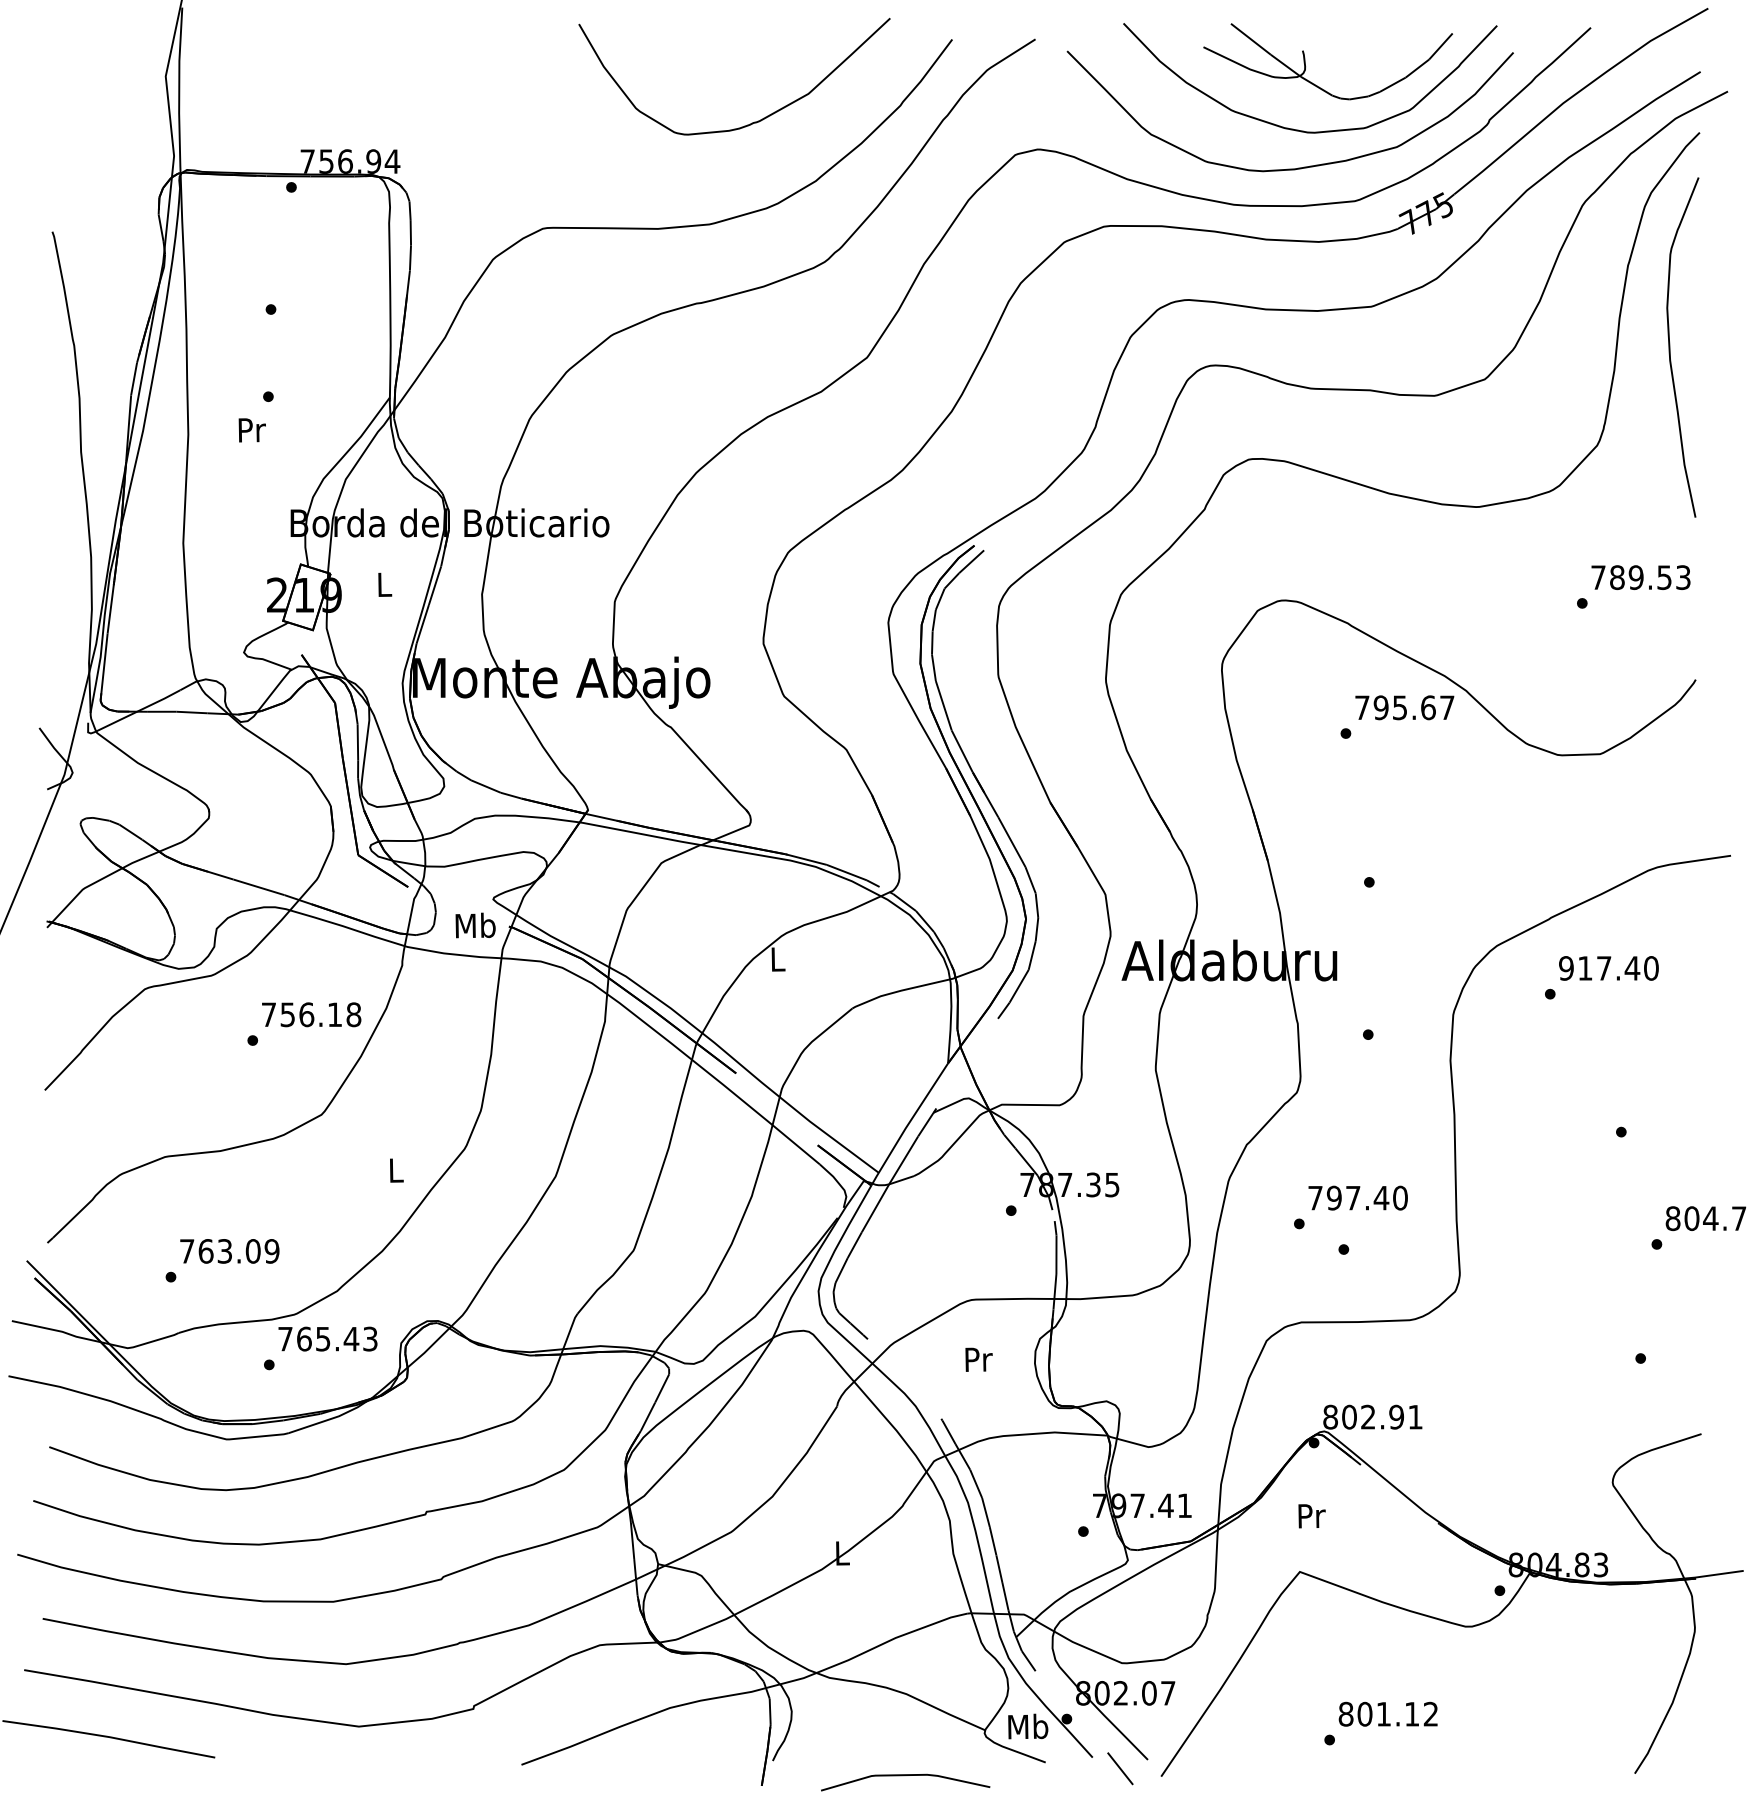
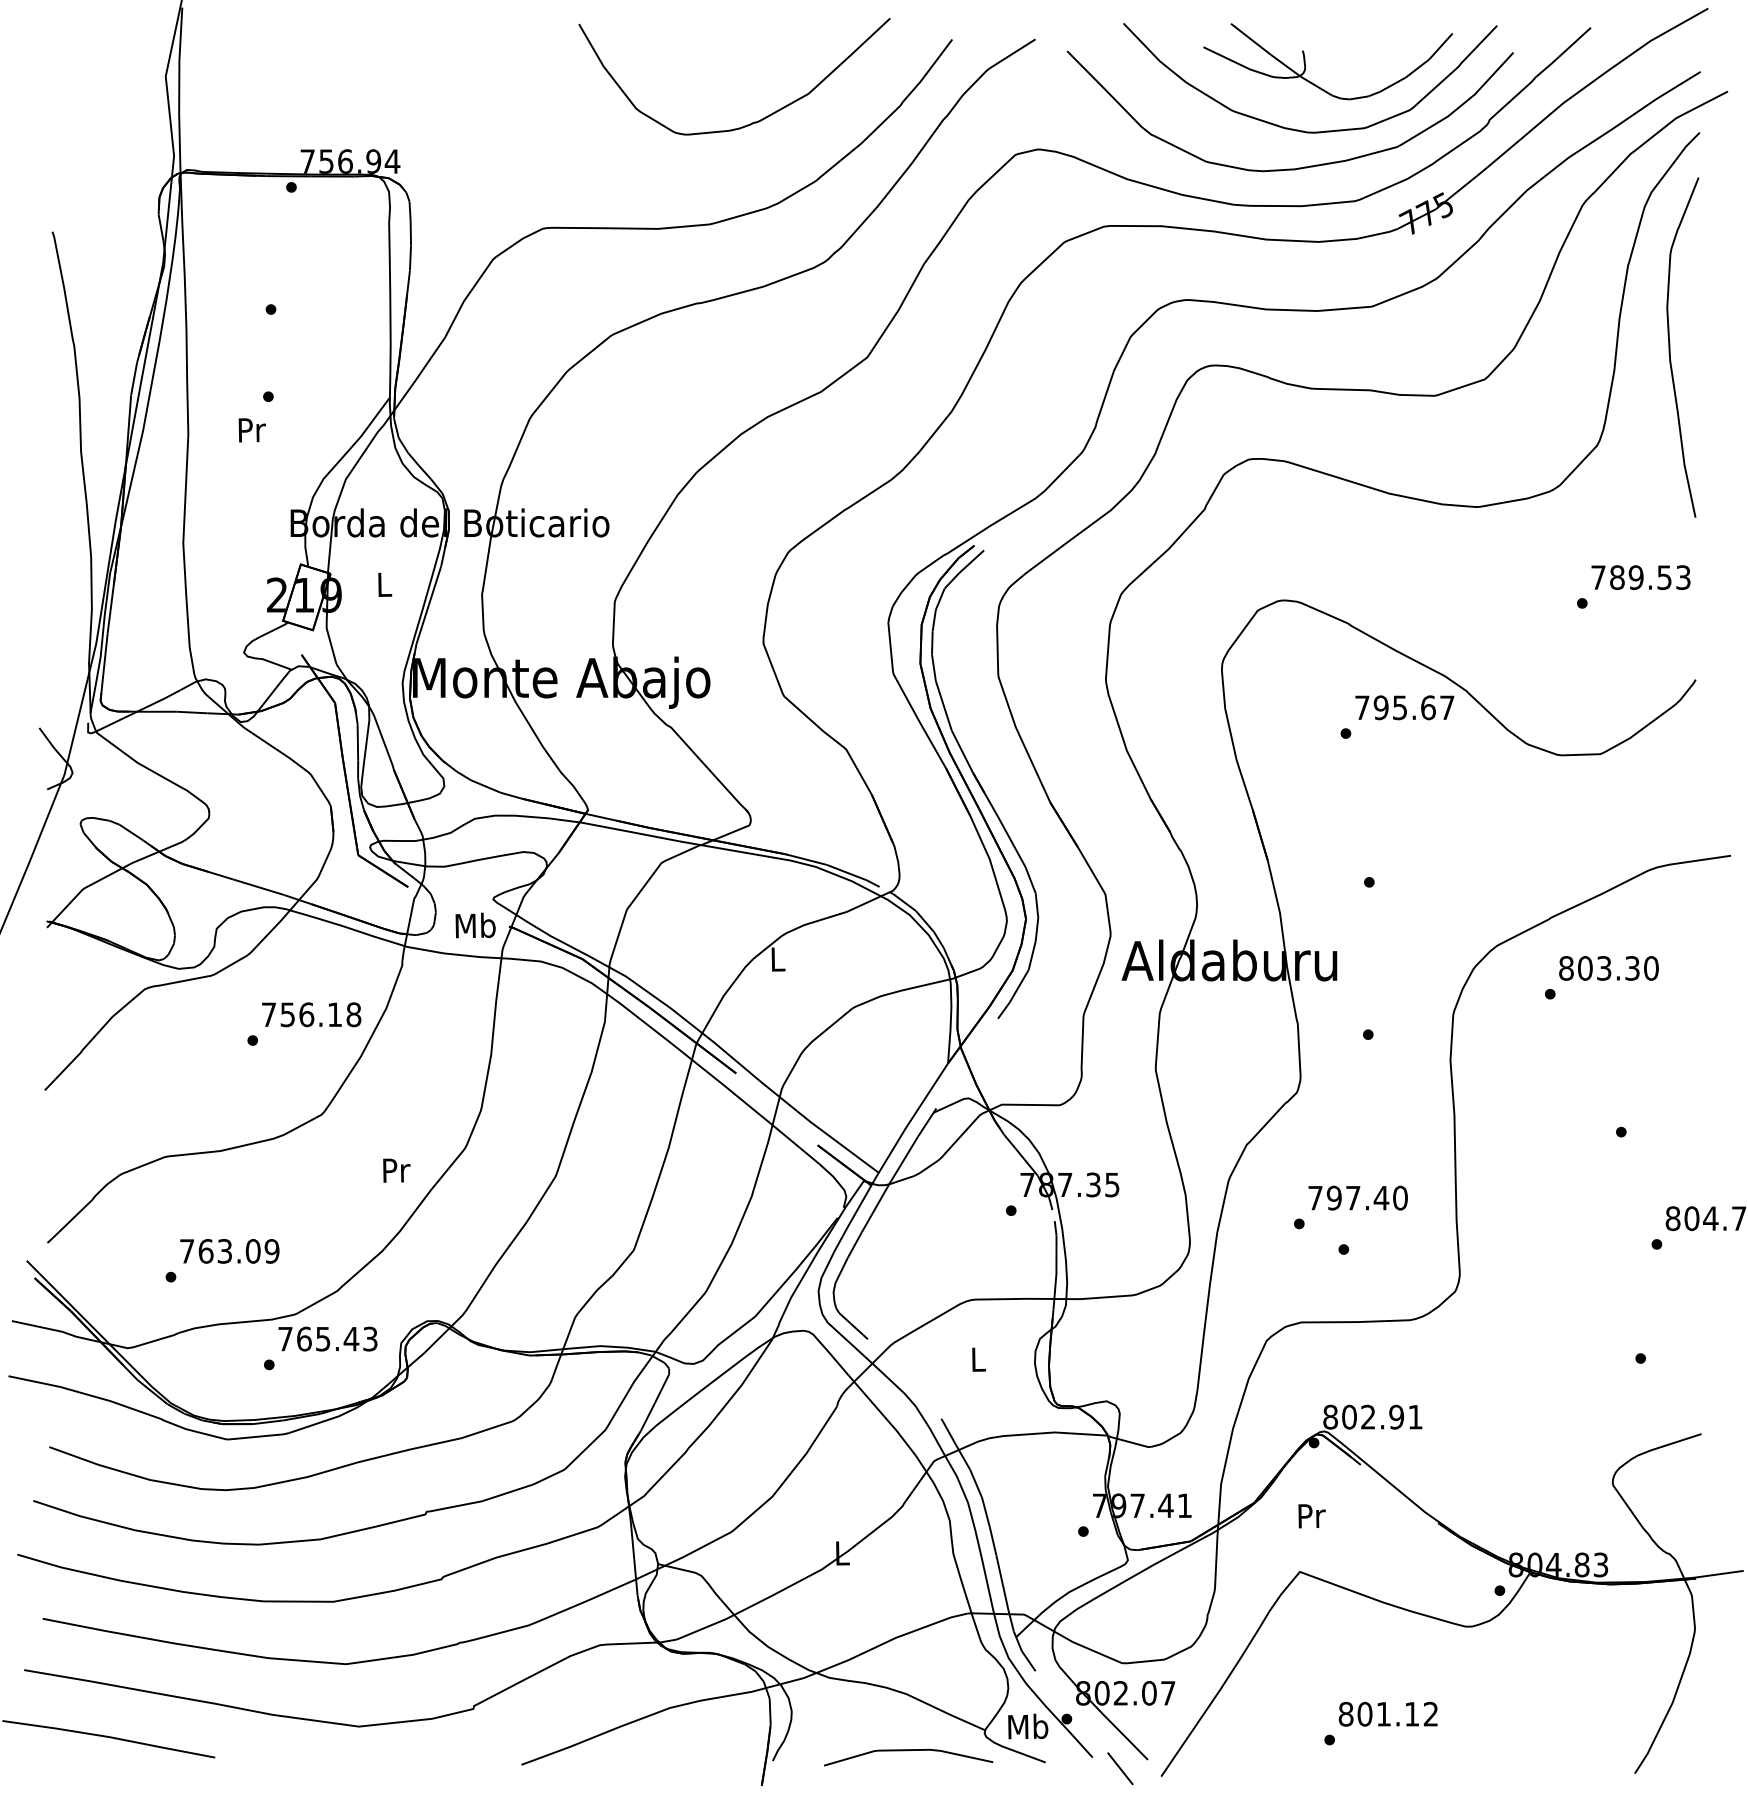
text at (1599, 968): 917.40 -> 803.30
text at (396, 1170): L -> Pr
text at (978, 1359): Pr -> L
curve at (904, 1776) position: (904, 1776) -> (907, 1751)
